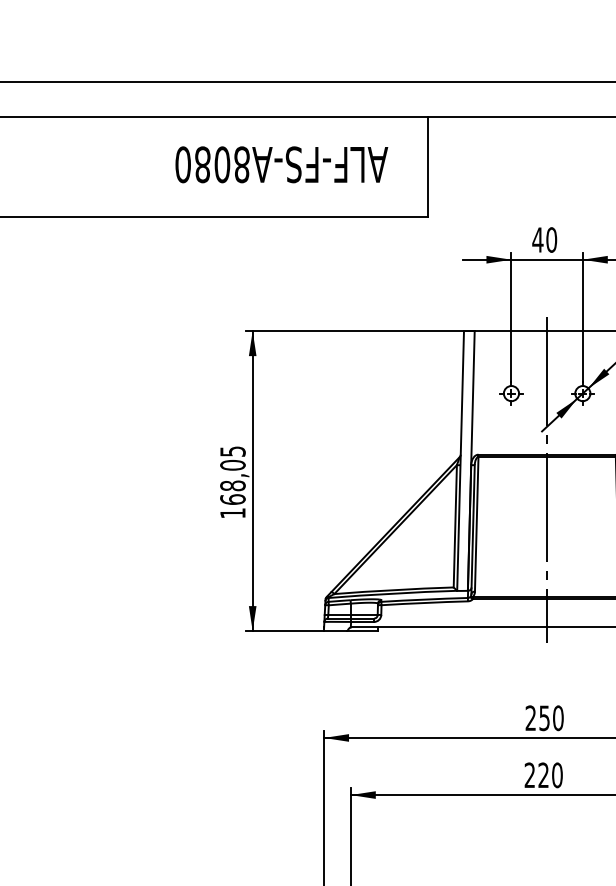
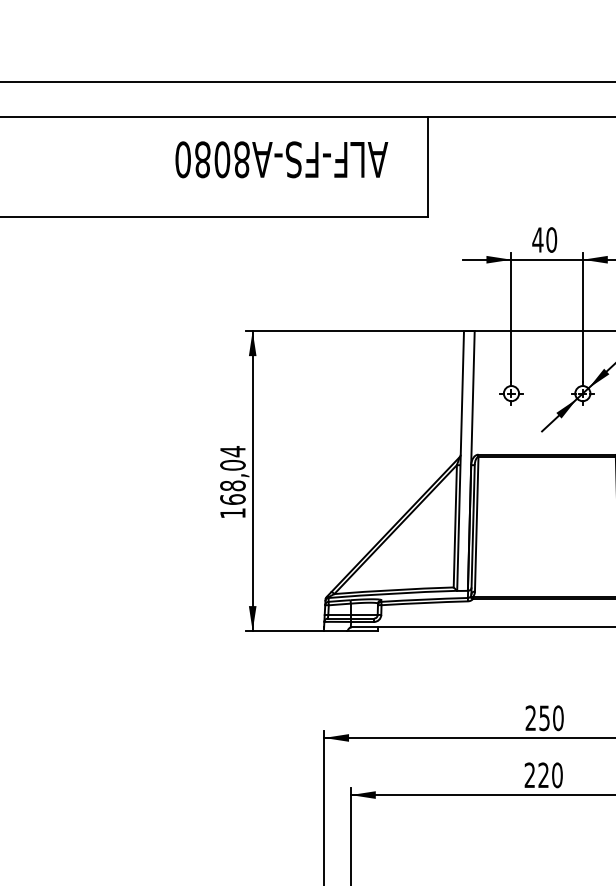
text at (281, 164) position: (281, 164) -> (281, 159)
text at (232, 451): 168,05 -> 168,04
line at (547, 479): present -> none
